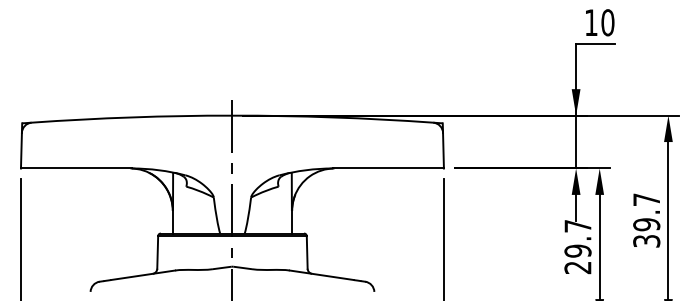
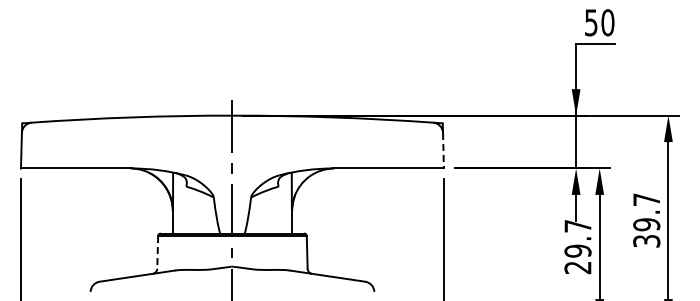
text at (591, 22): 10 -> 50
line at (443, 150): solid -> dashed
line at (157, 252): solid -> dashed
